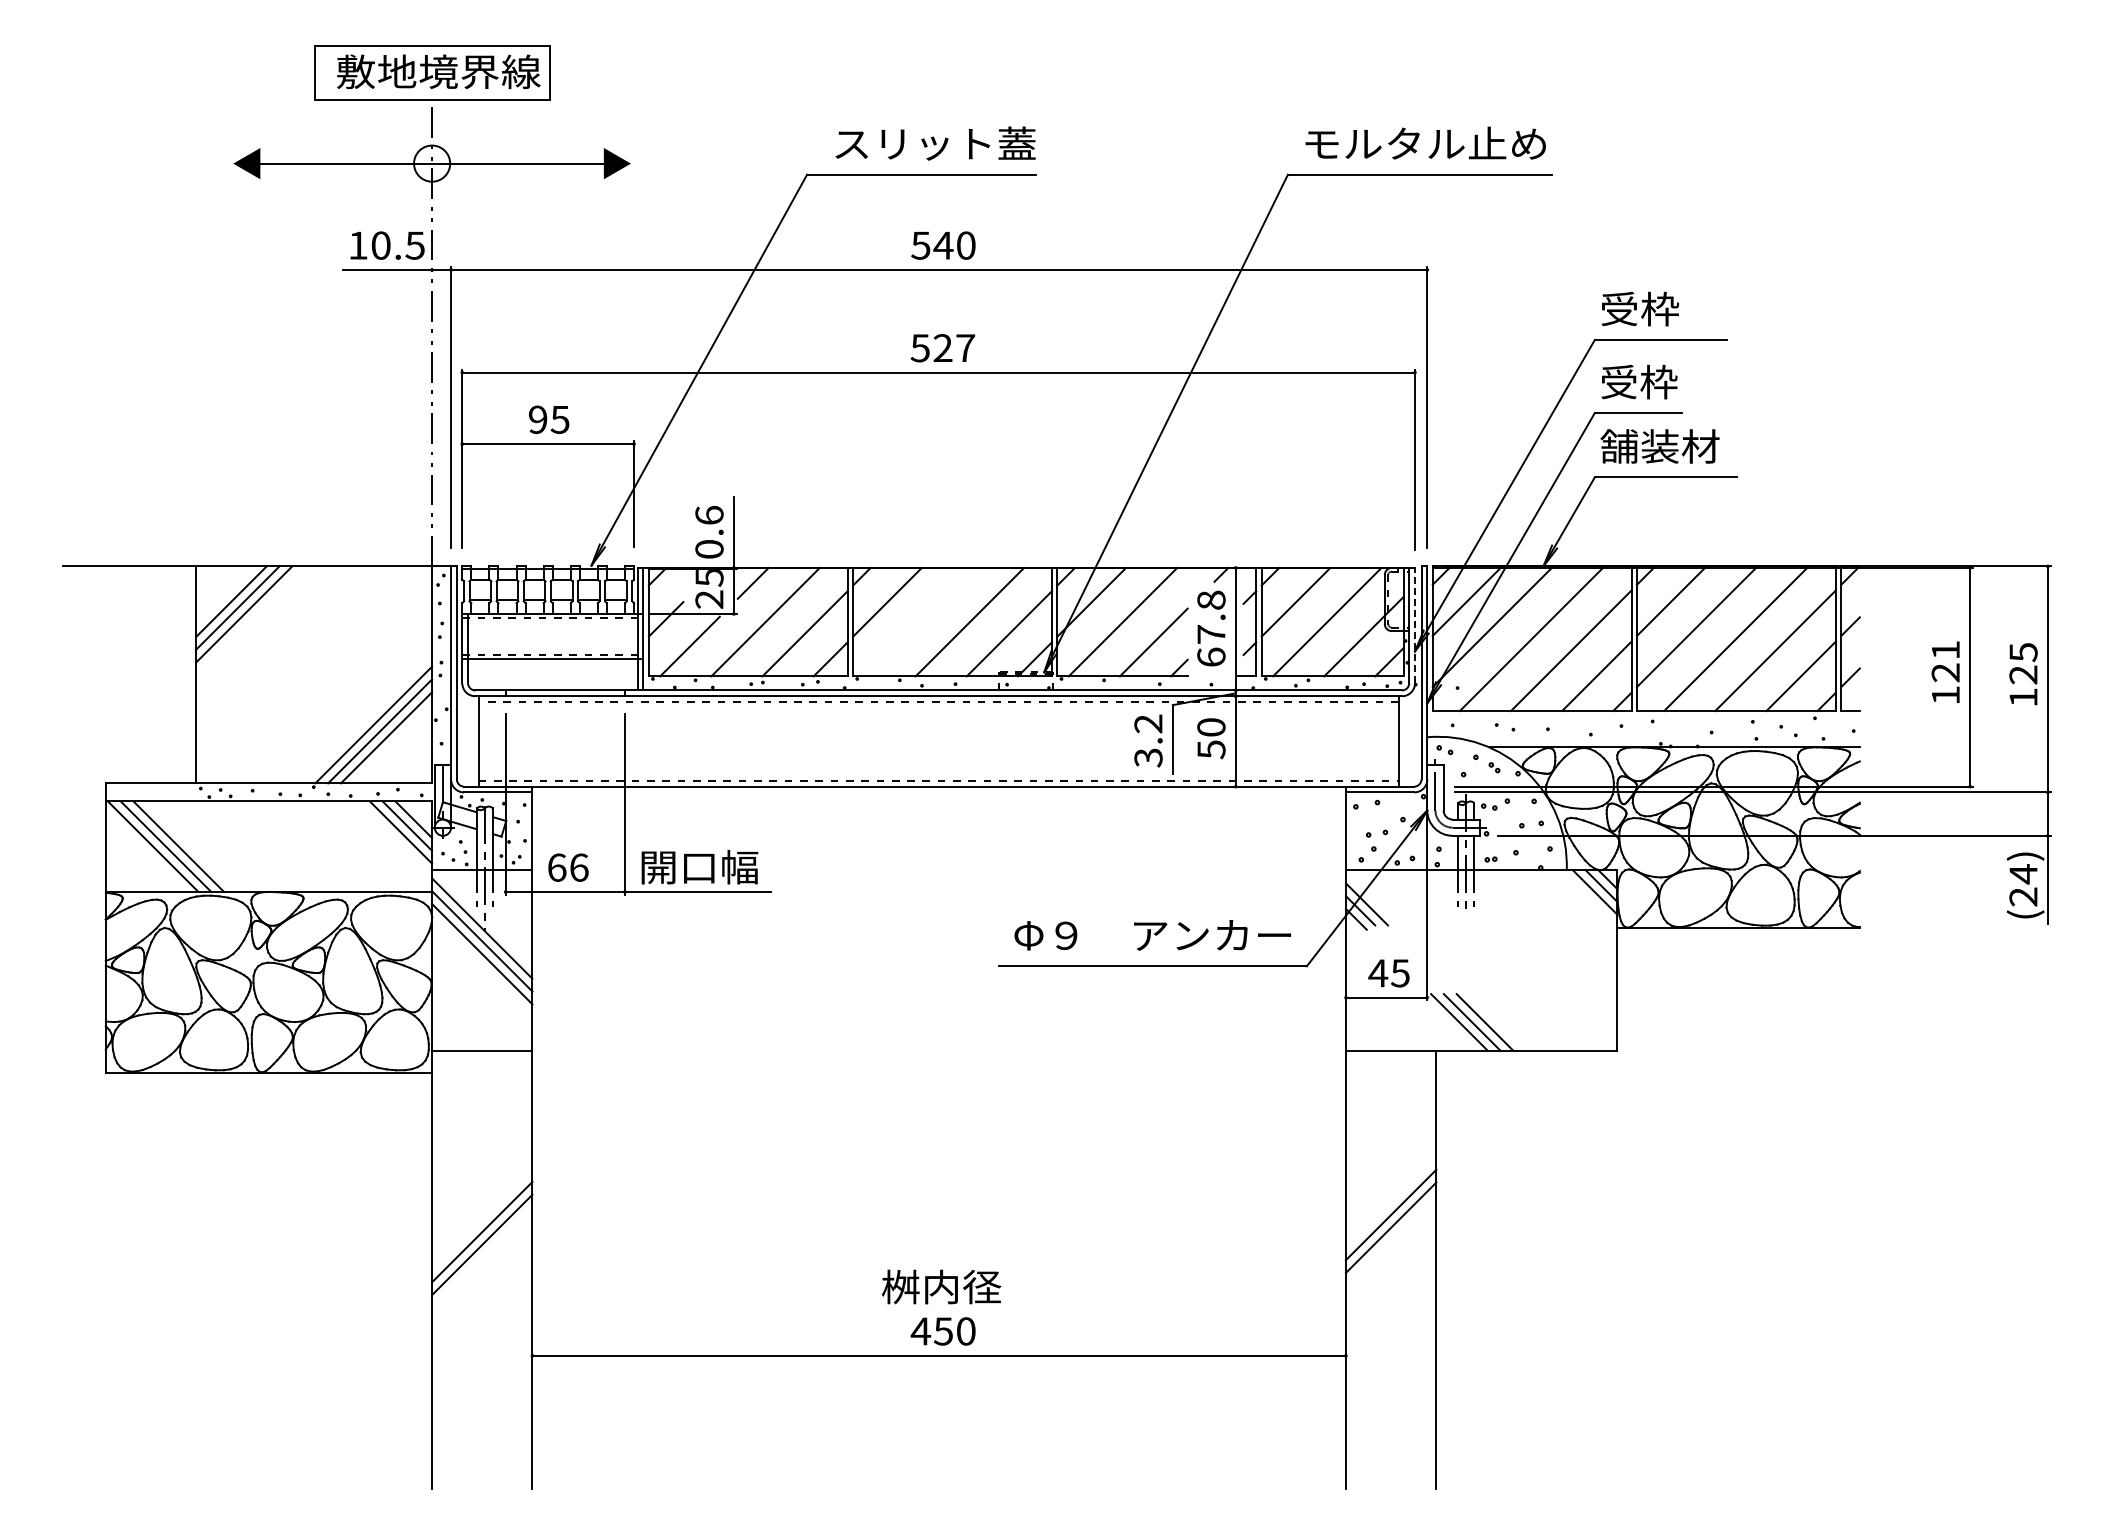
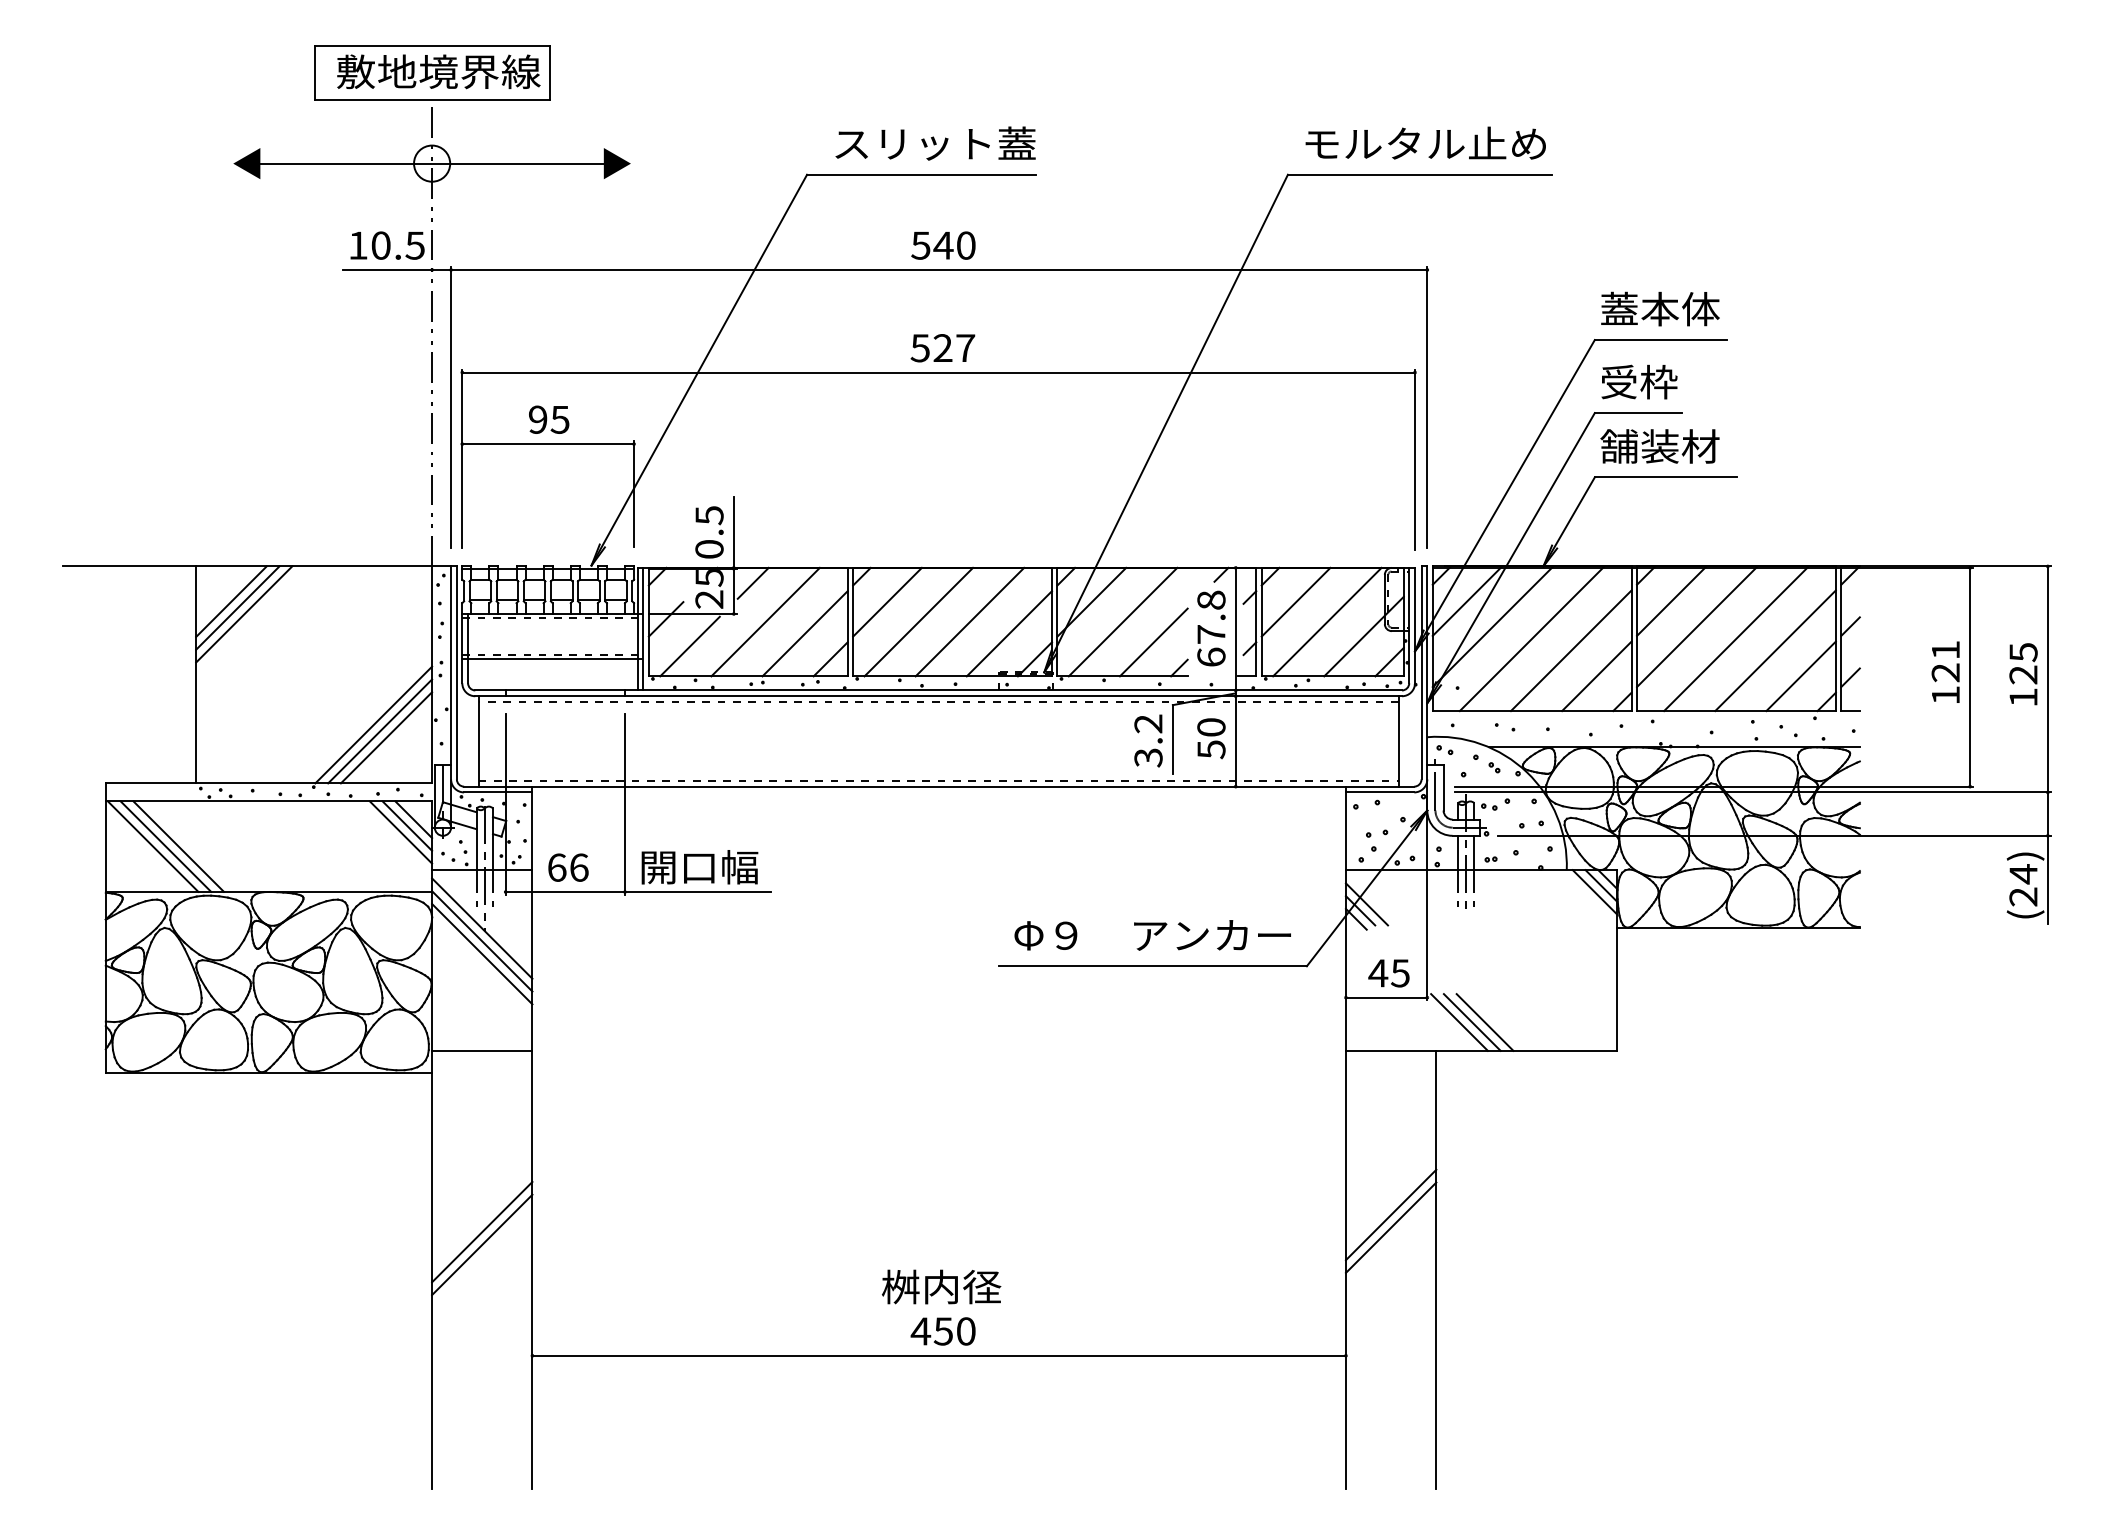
text at (1660, 308): 受枠 -> 蓋本体
text at (709, 515): 0.6 -> 0.5
line at (918, 621): none -> present
line at (1415, 625): dashed -> solid
